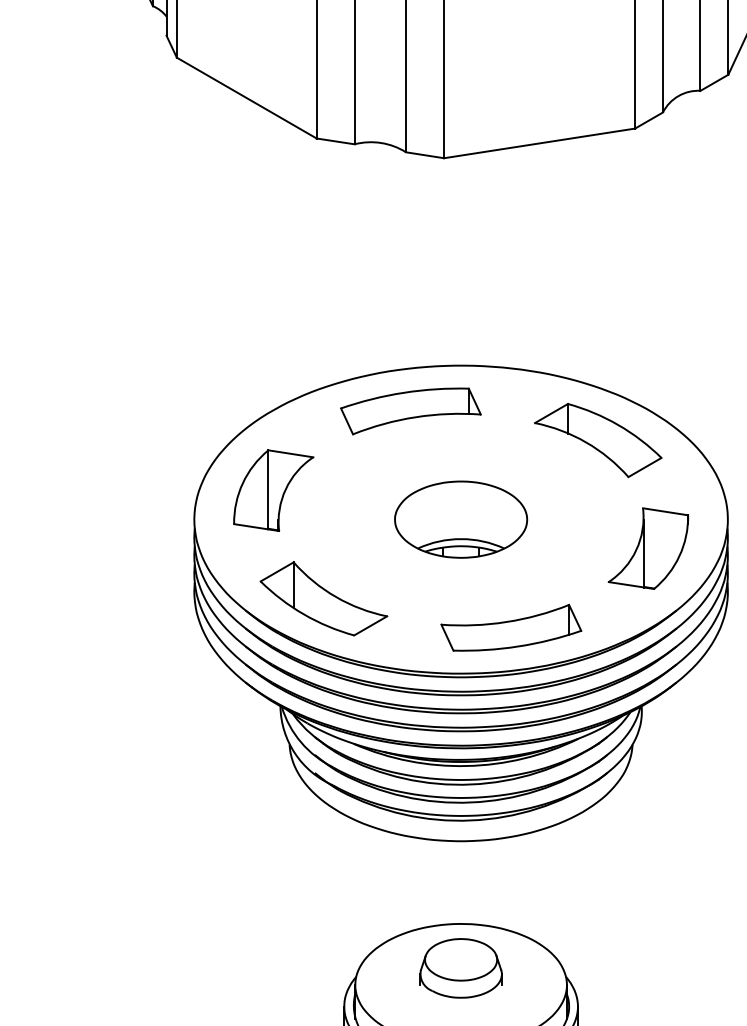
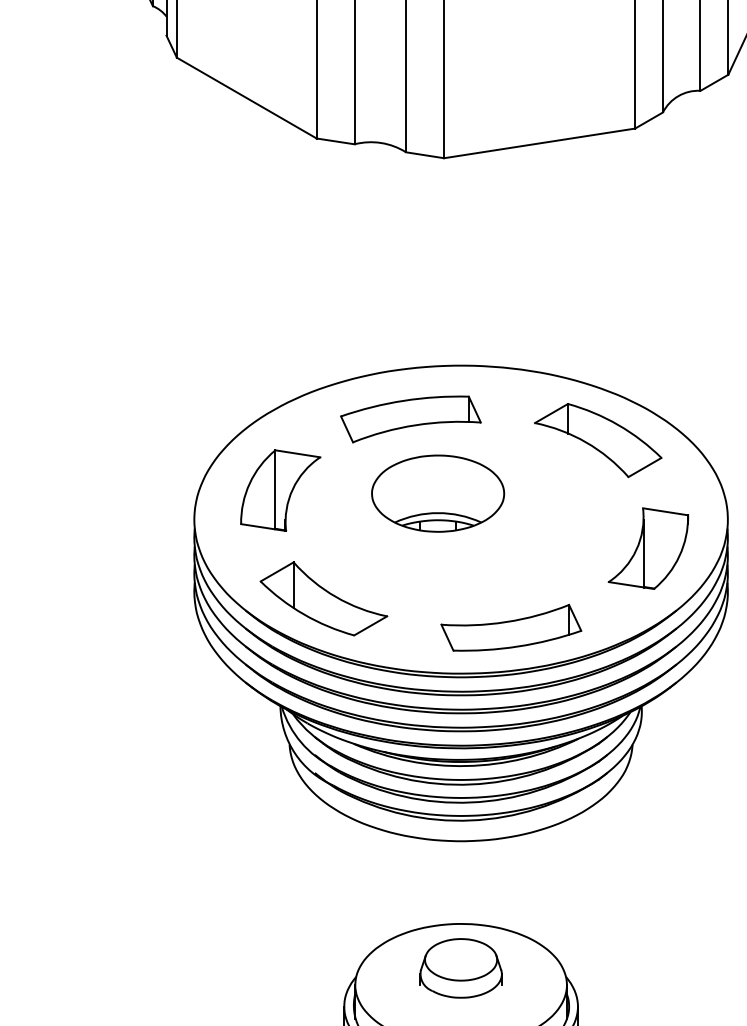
part at (410, 411) position: (410, 411) -> (410, 419)
part at (273, 490) position: (273, 490) -> (280, 490)
part at (461, 519) position: (461, 519) -> (438, 493)
